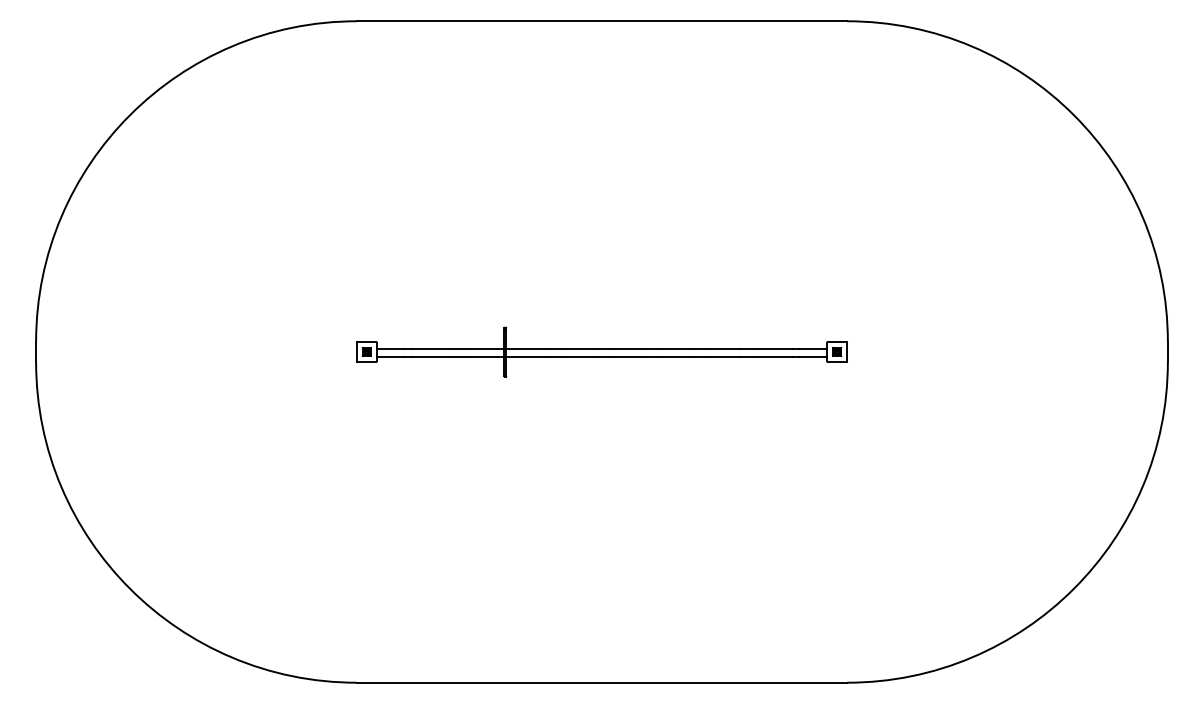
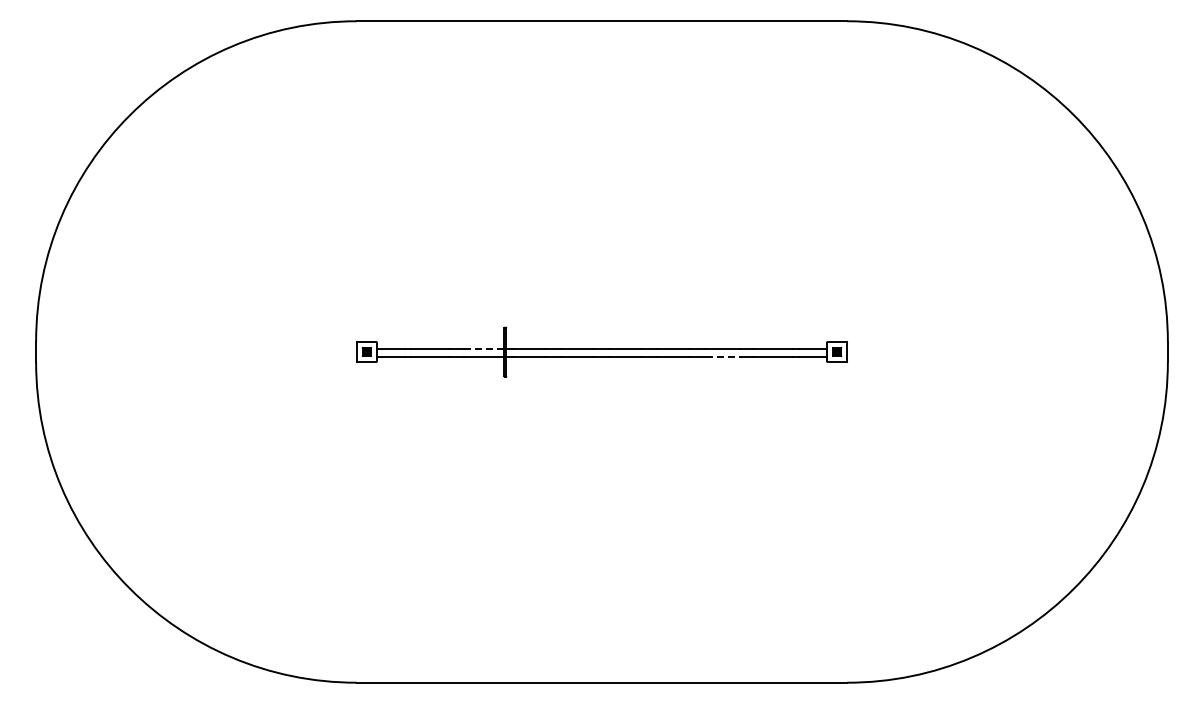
line at (481, 348): solid -> dashed
line at (722, 356): solid -> dashed
